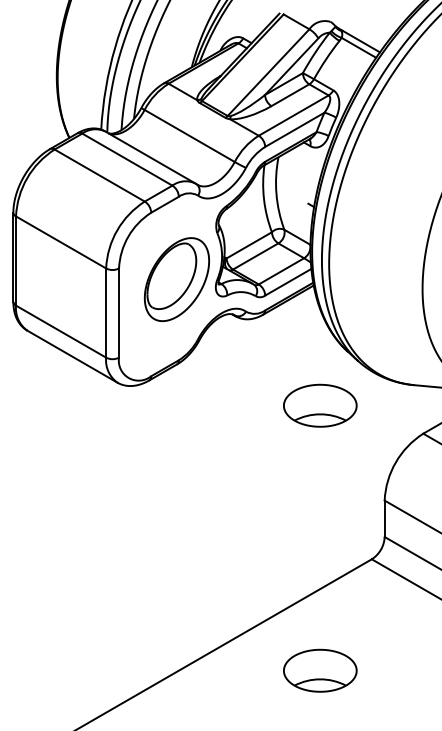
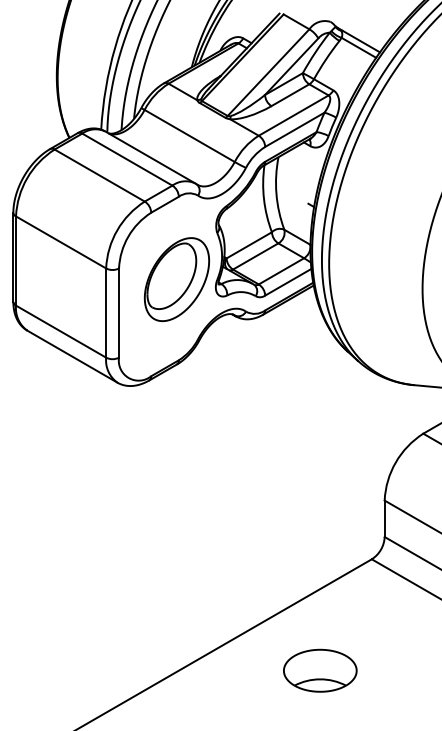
part at (320, 405): present -> none
